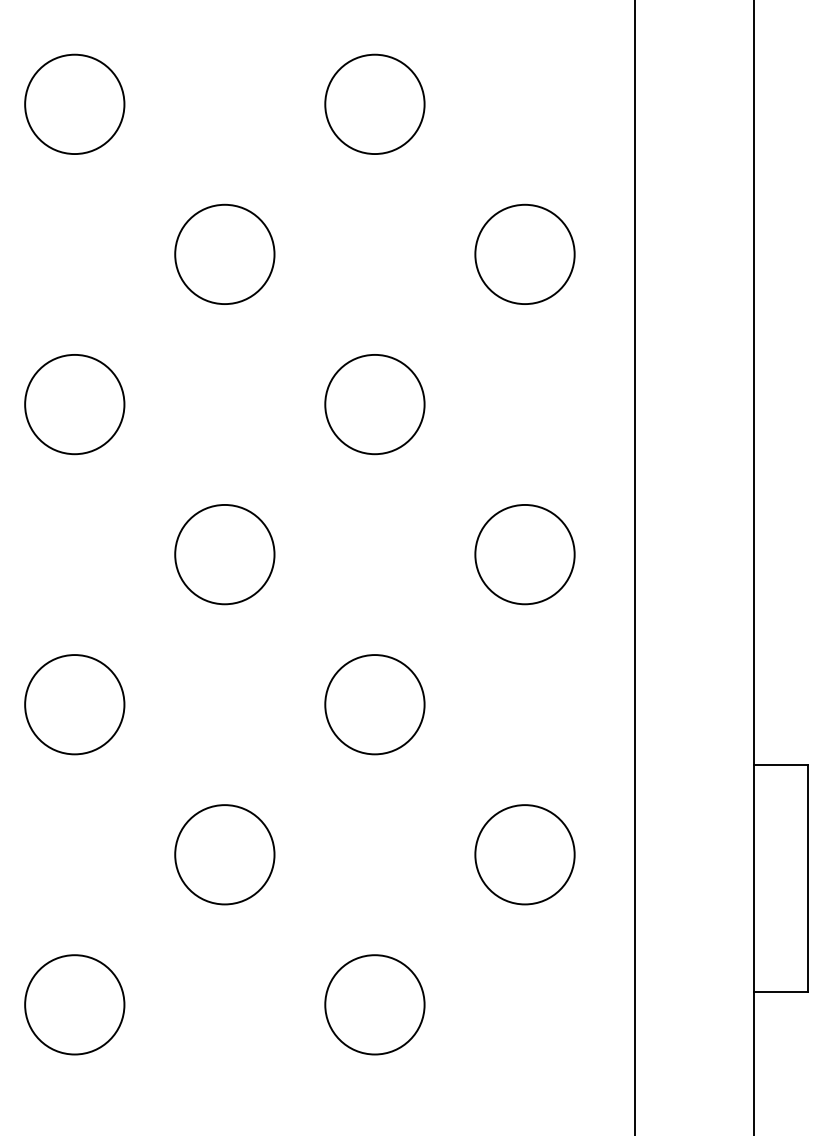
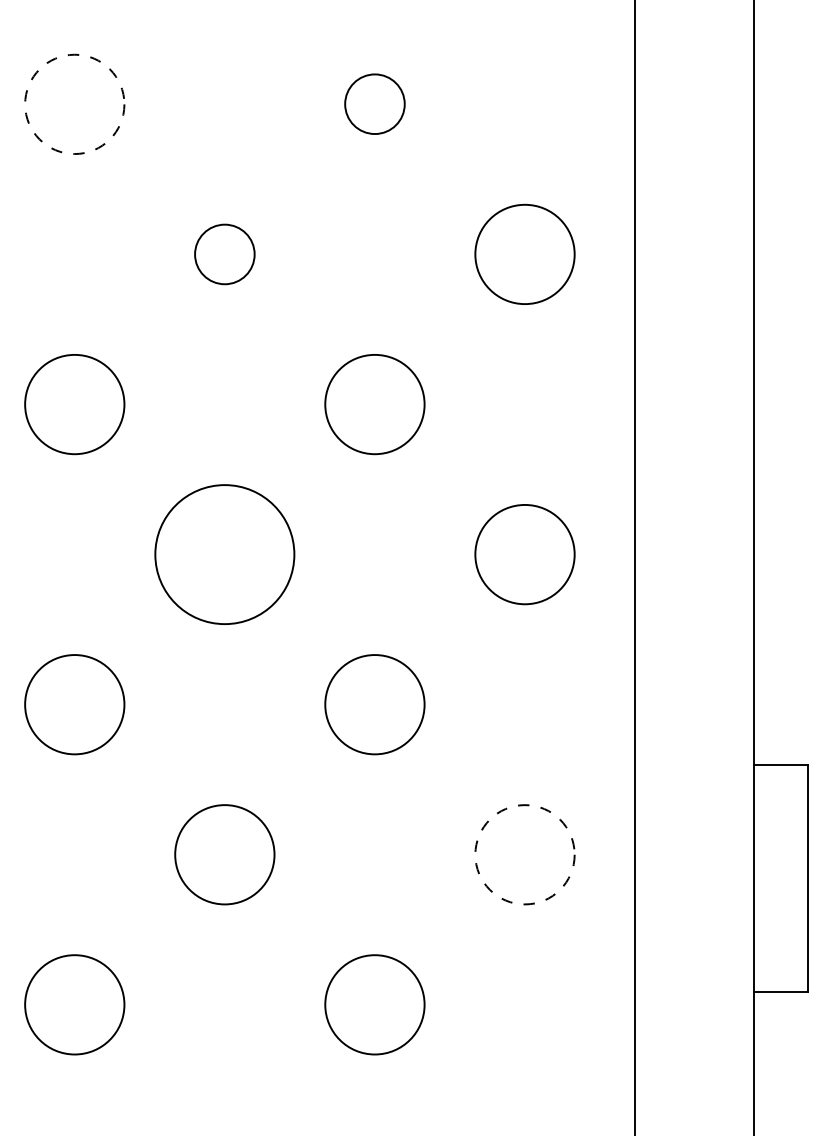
circle at (374, 103) size: 102x102 px -> 62x62 px
circle at (74, 104): solid -> dashed
circle at (224, 254) diameter: 99 px -> 60 px
circle at (224, 554) diameter: 99 px -> 139 px
circle at (524, 854): solid -> dashed
